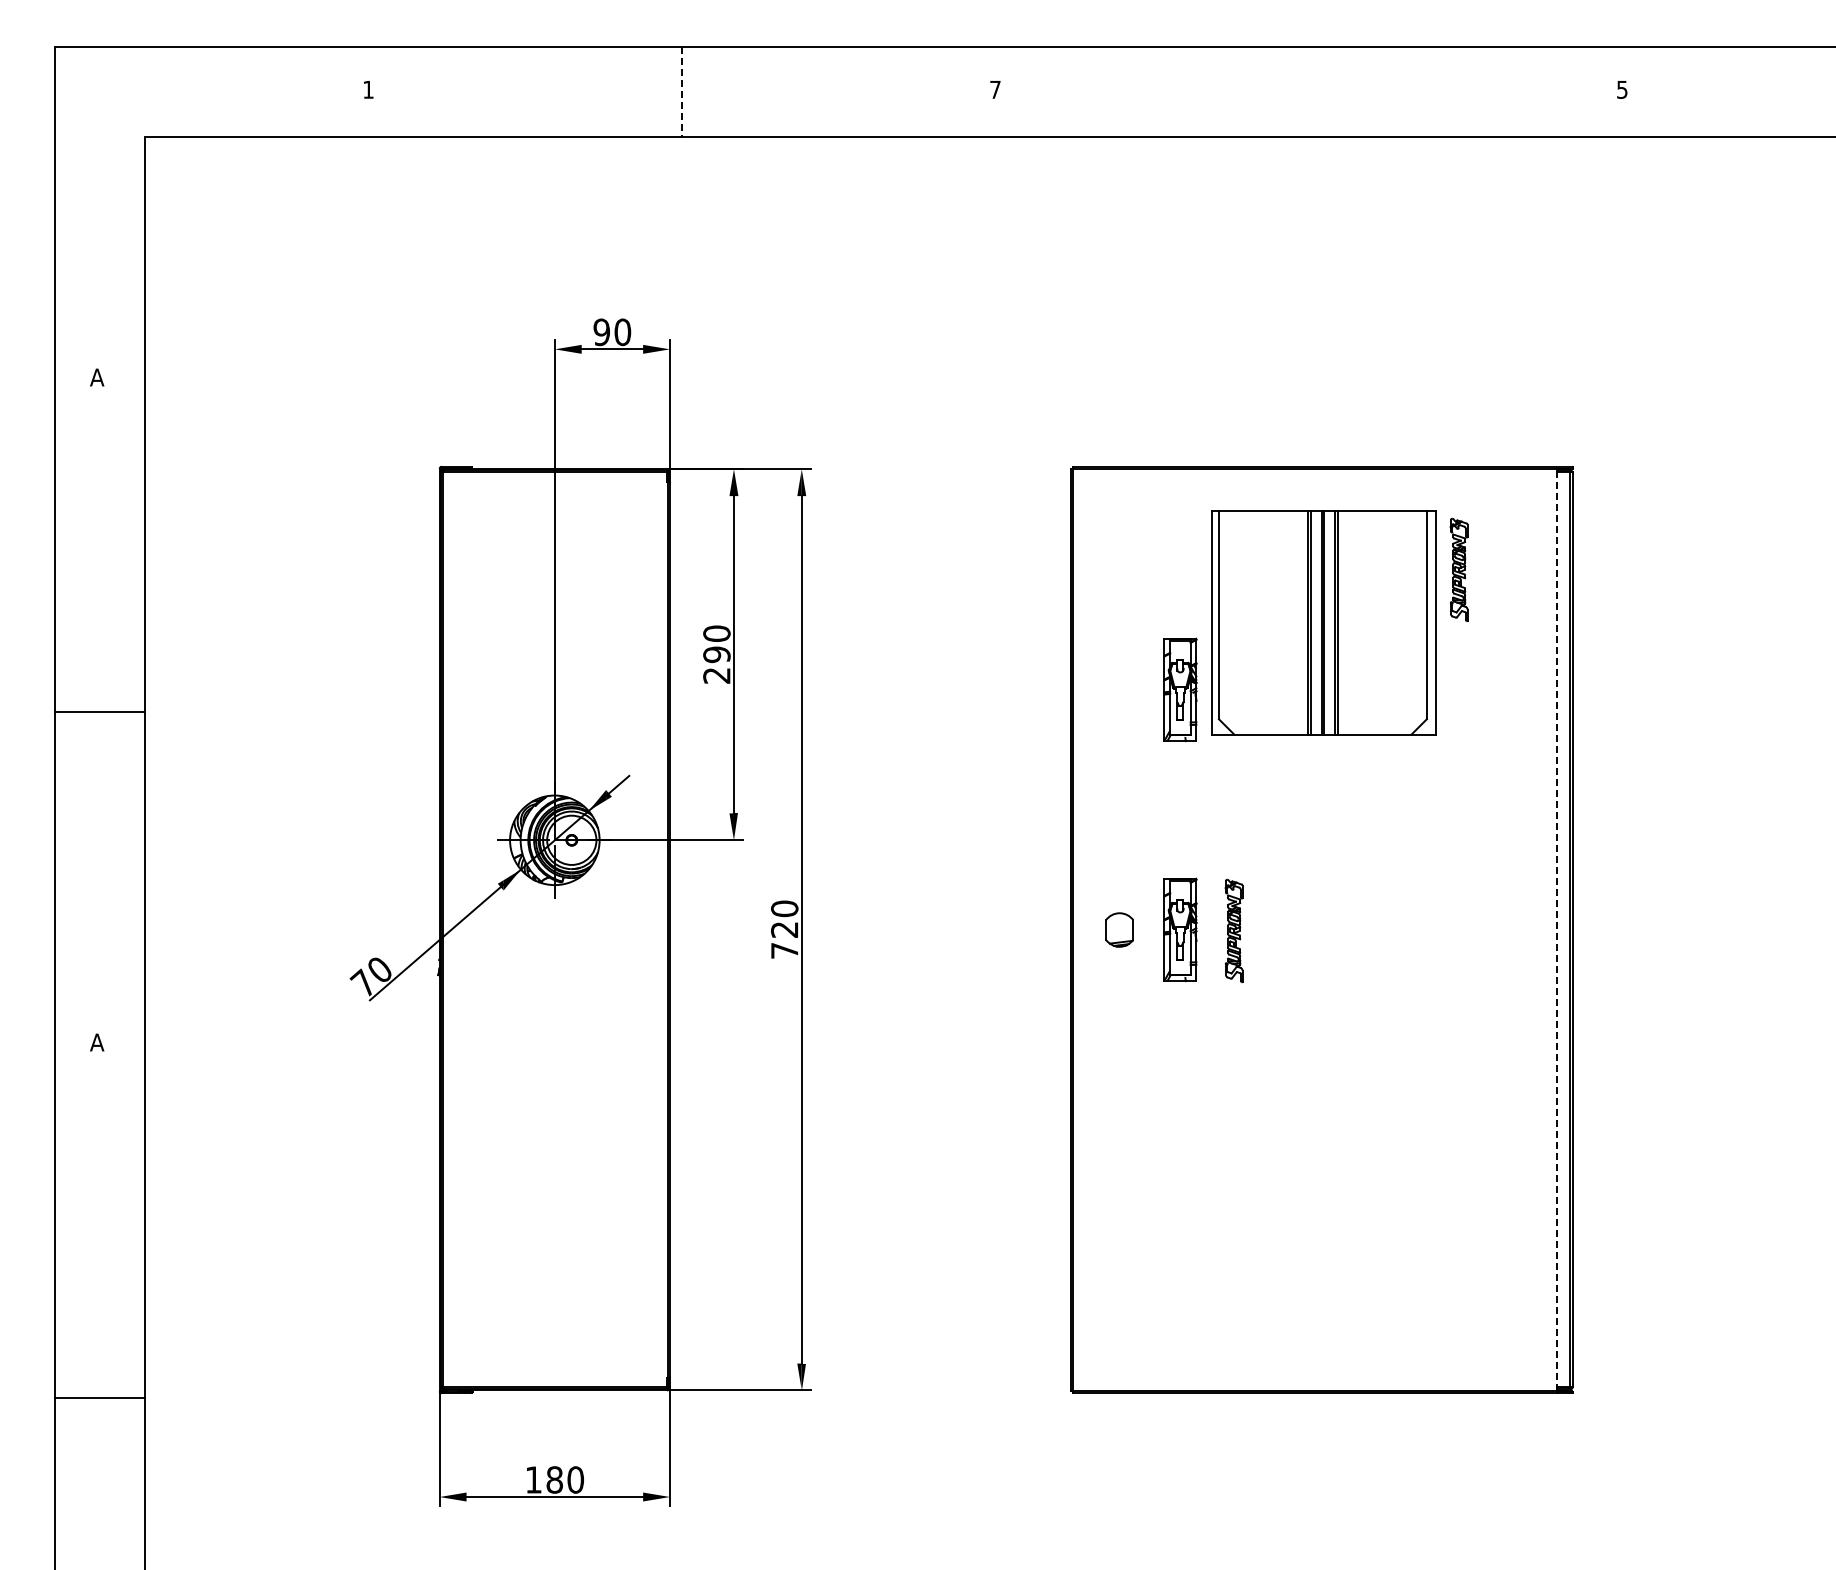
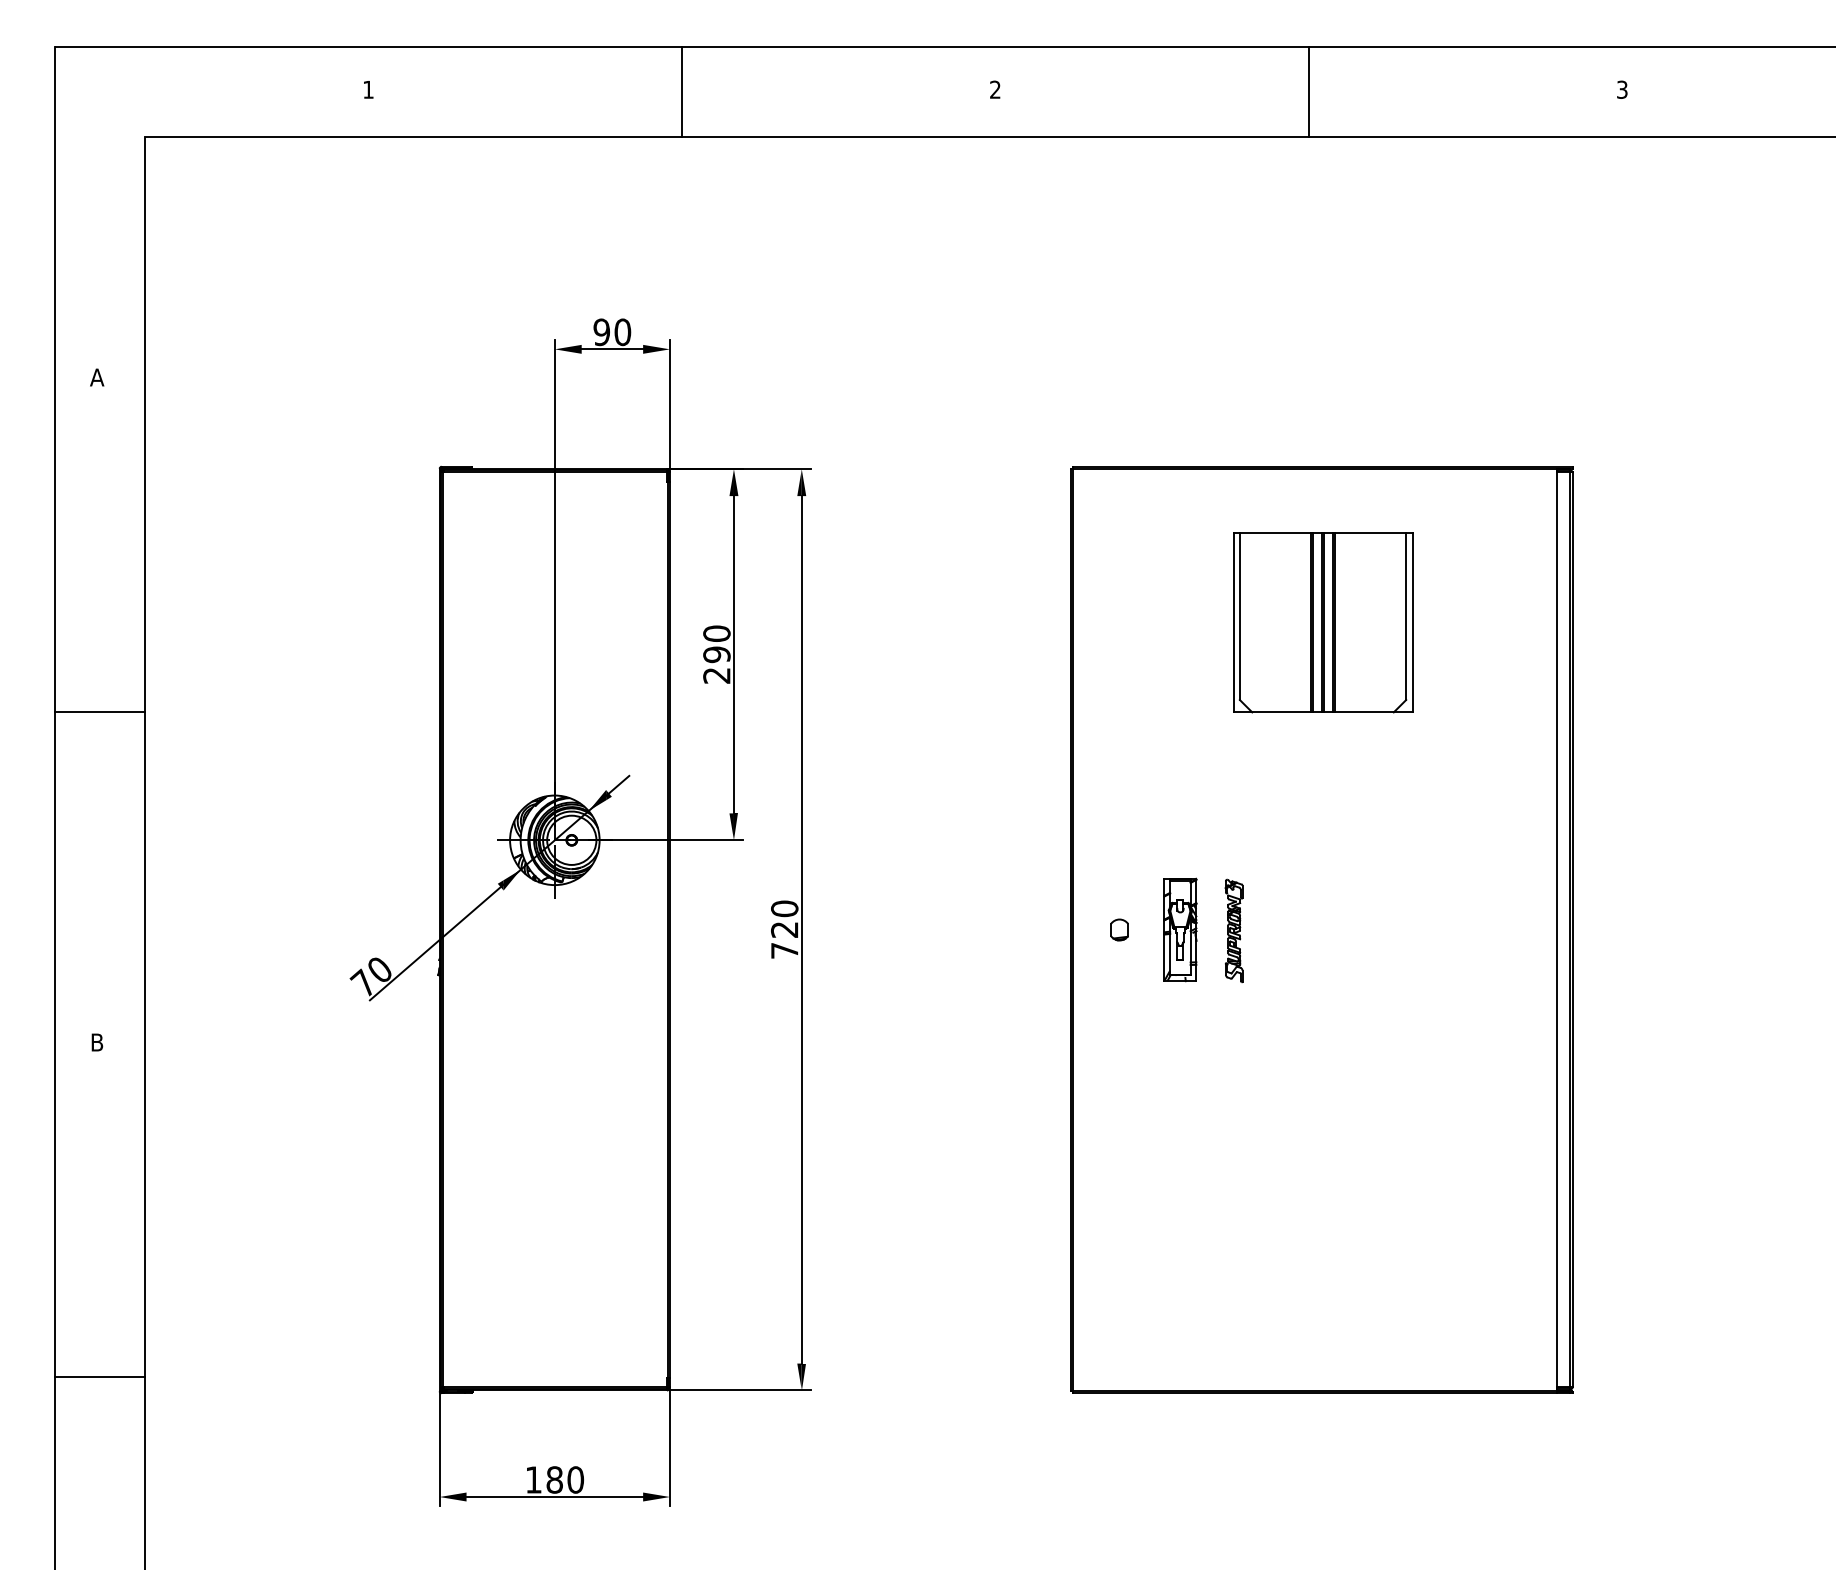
text at (995, 89): 7 -> 2
text at (1622, 89): 5 -> 3
line at (1308, 91): none -> present
line at (682, 92): dashed -> solid
part at (1458, 569): present -> none
part at (1323, 622) size: 226x226 px -> 181x182 px
part at (1180, 689): present -> none
part at (1119, 929) size: 29x36 px -> 19x24 px
line at (1557, 929): dashed -> solid
text at (97, 1042): A -> B
line at (99, 1398) position: (99, 1398) -> (99, 1377)
